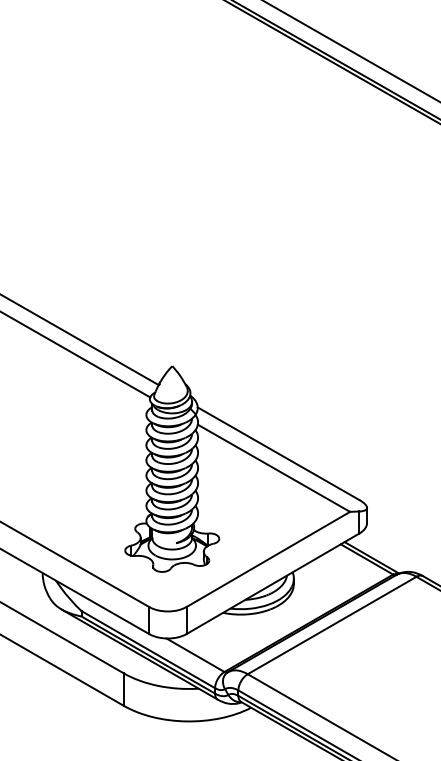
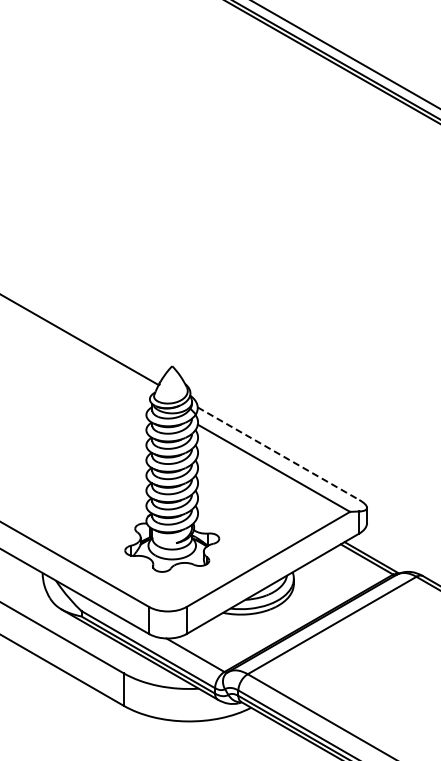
line at (351, 51) position: (351, 51) -> (345, 54)
line at (76, 354): present -> none
line at (278, 453): solid -> dashed
